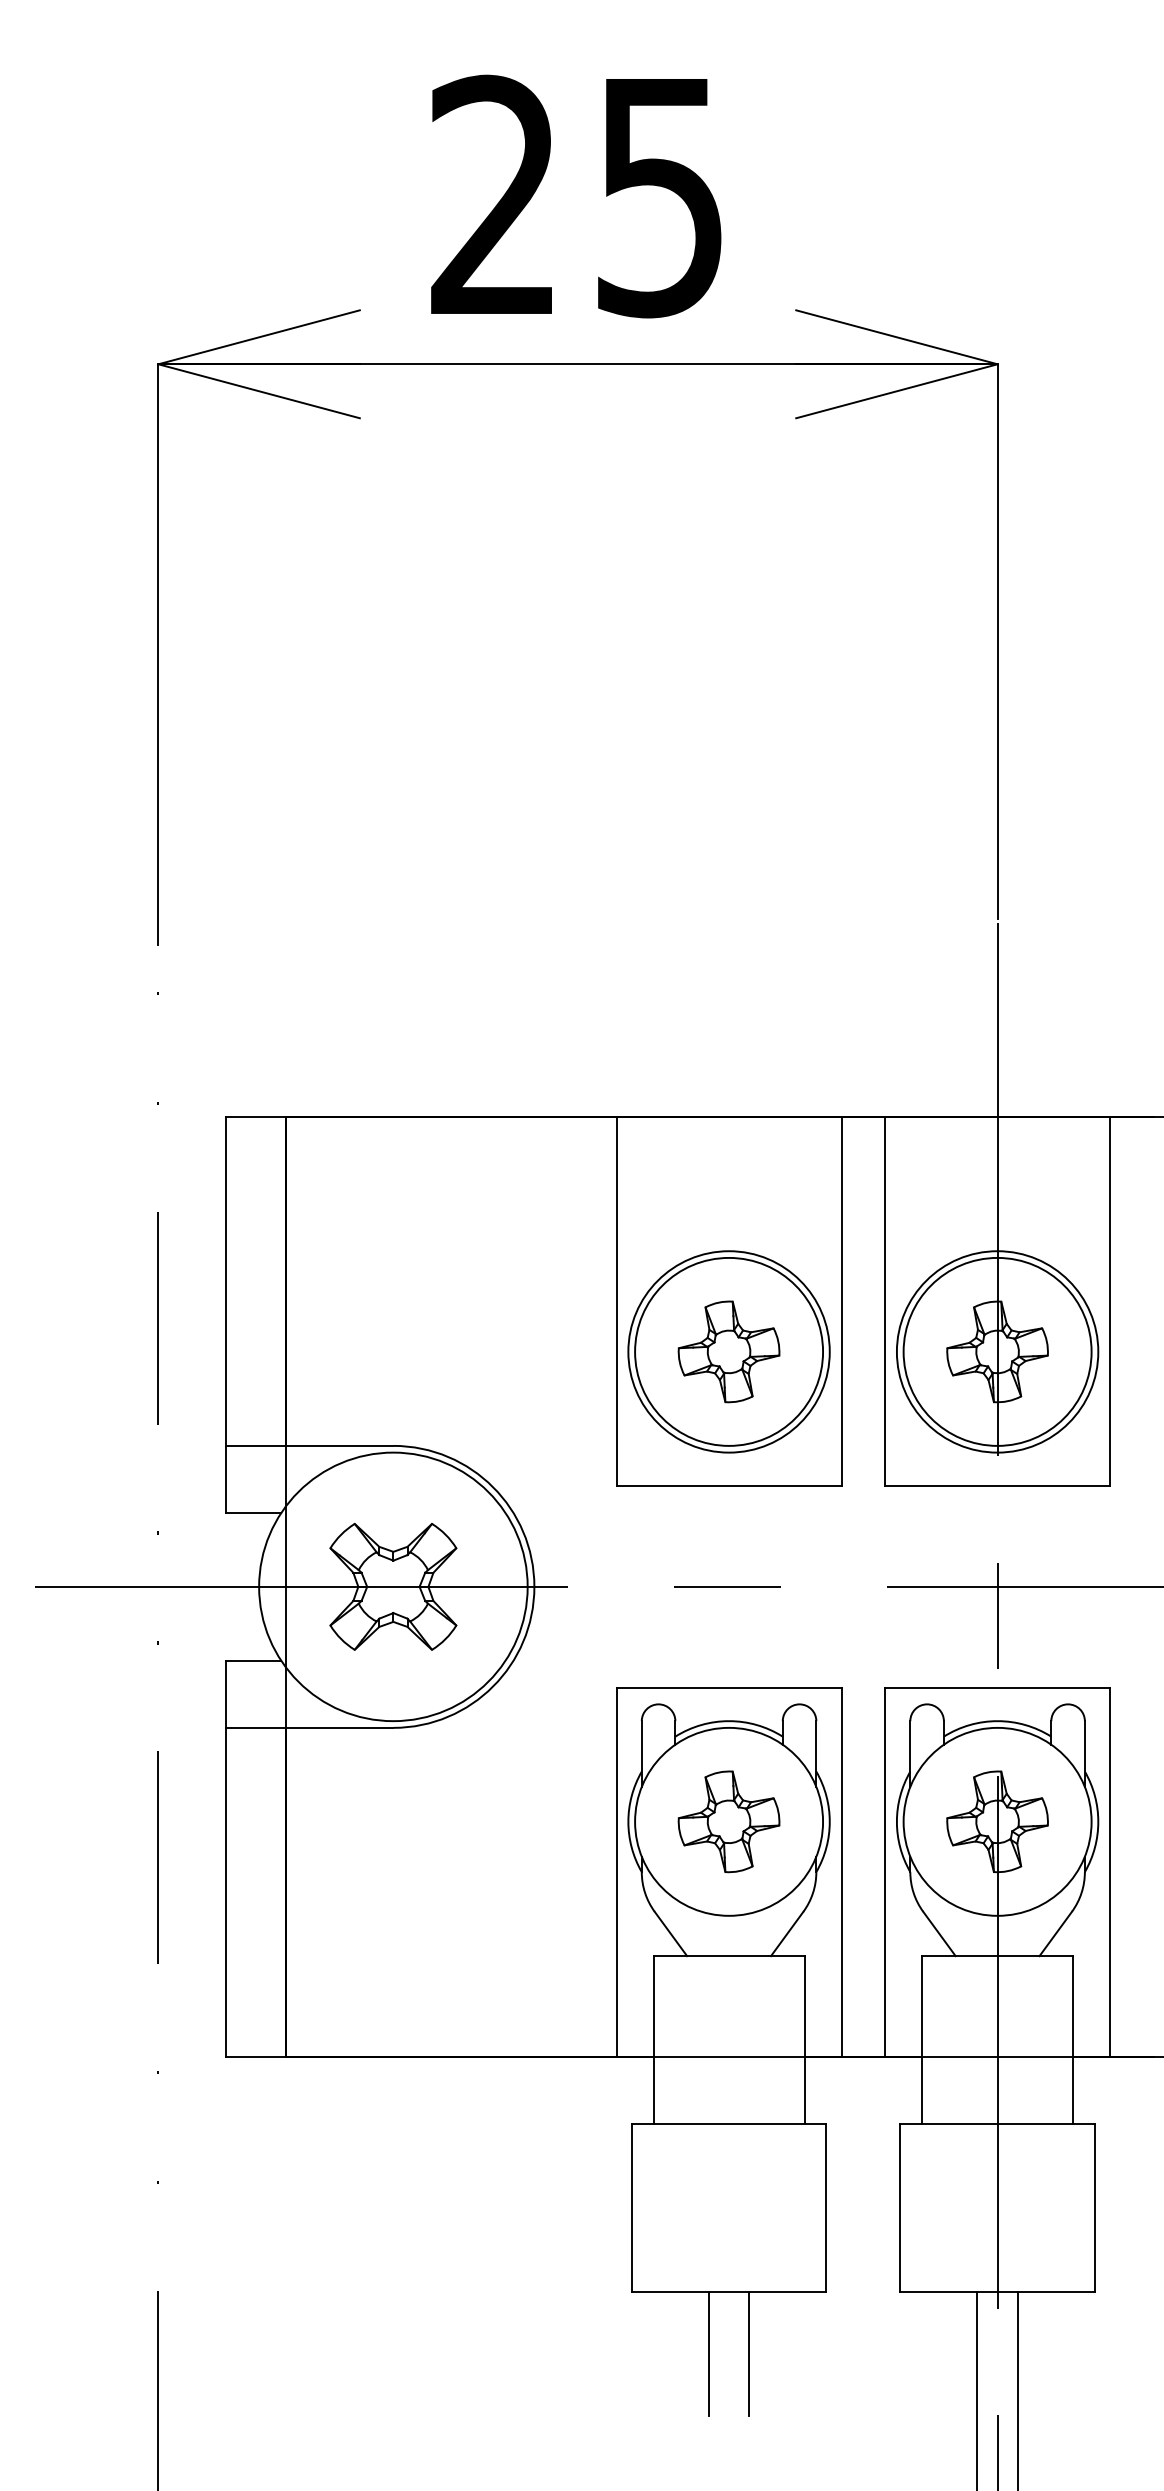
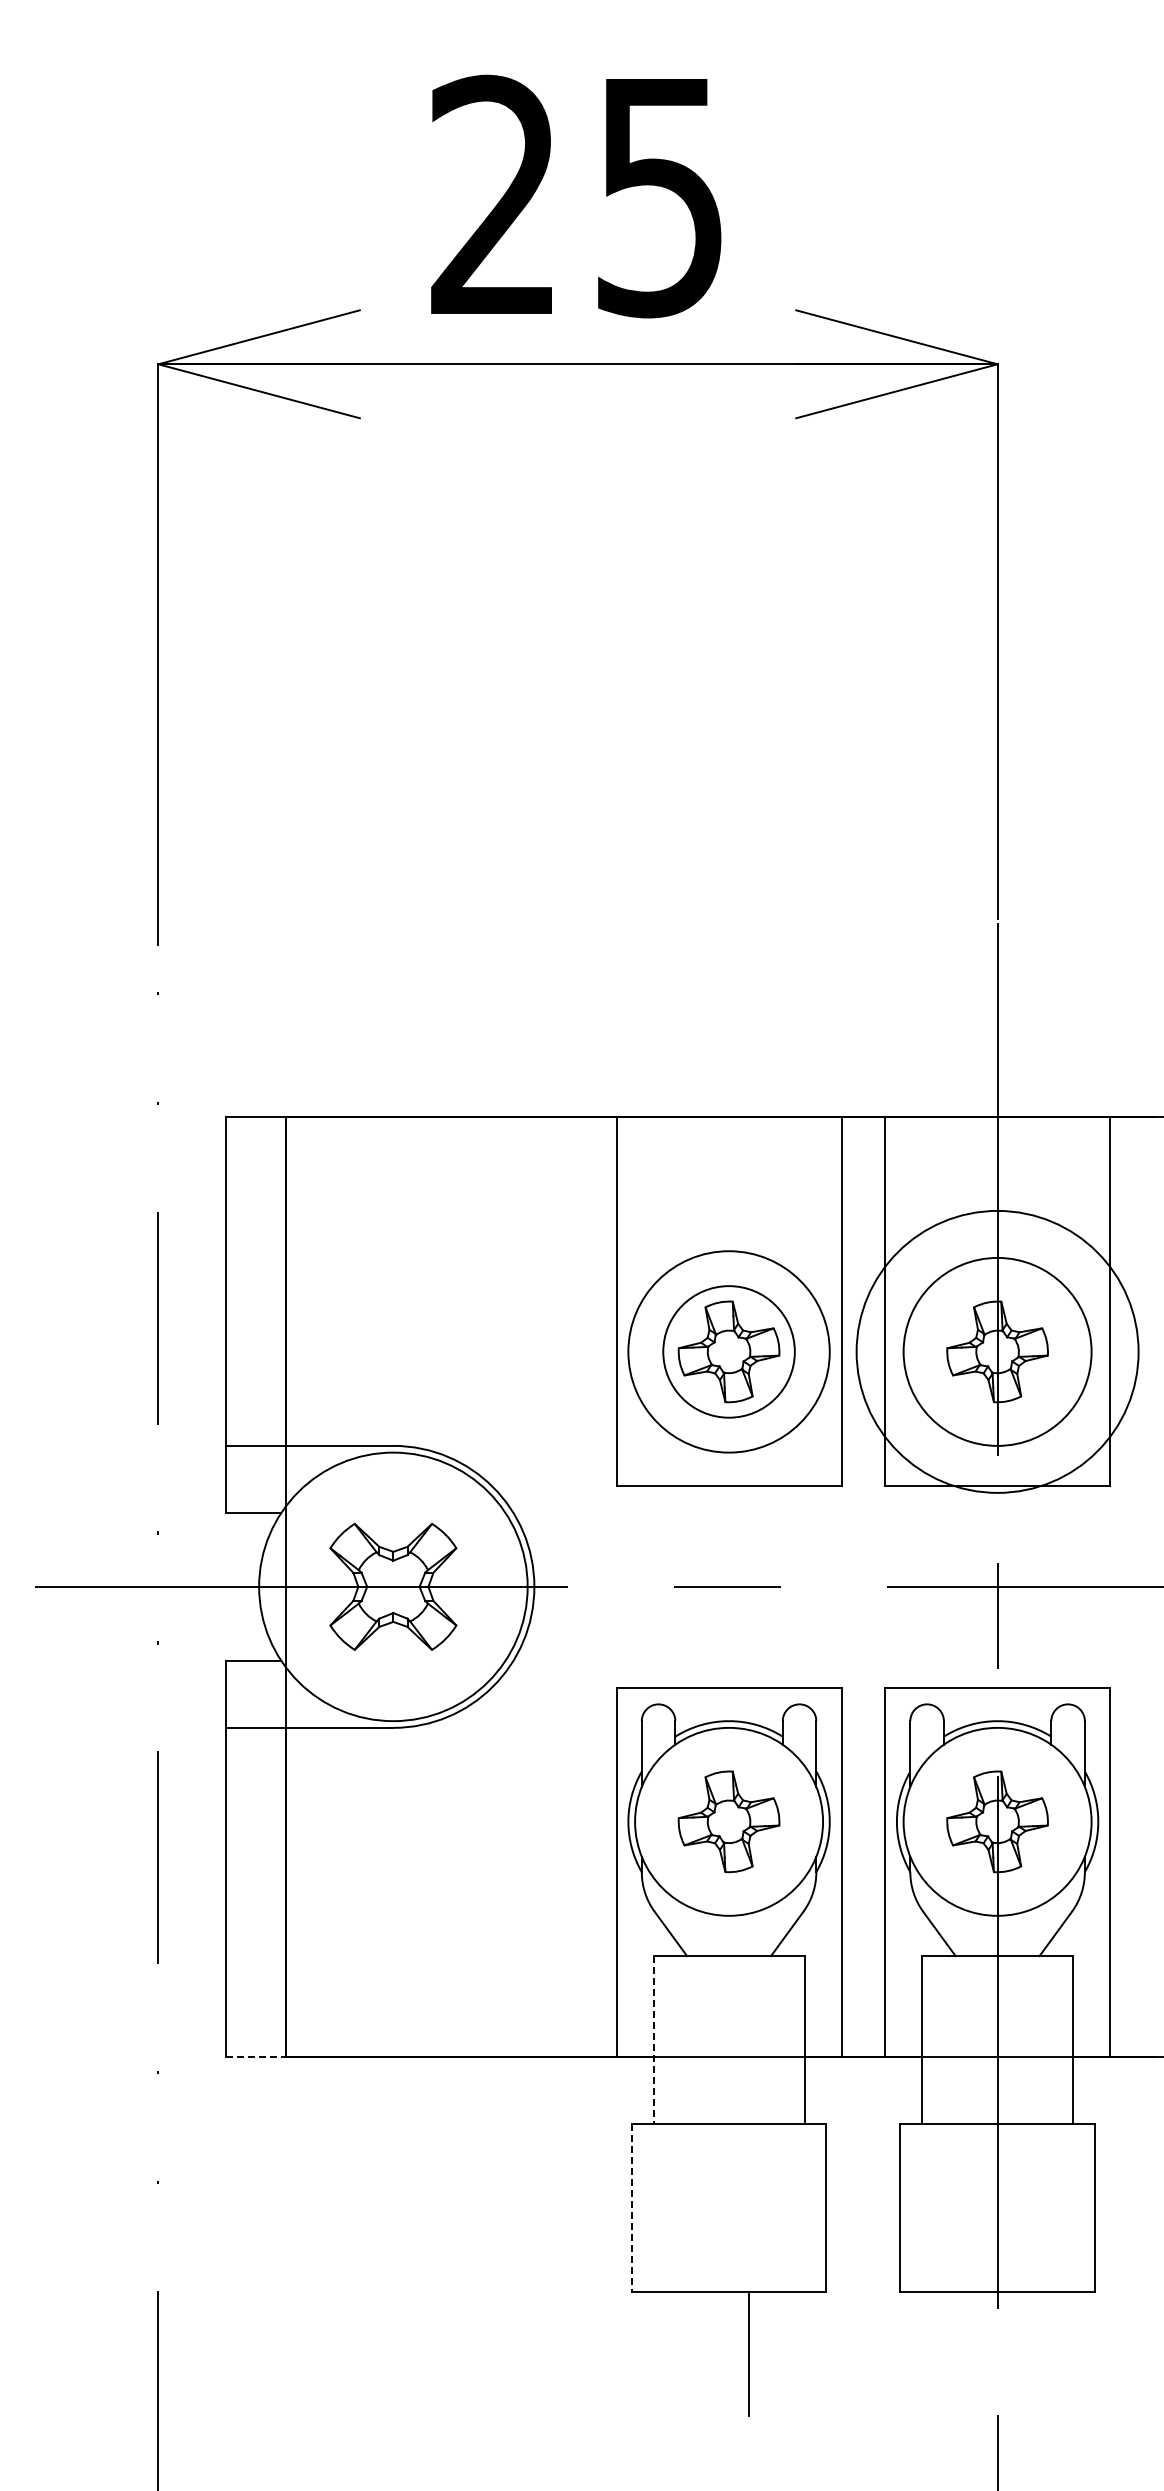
circle at (729, 1351) diameter: 188 px -> 132 px
circle at (997, 1351) diameter: 201 px -> 282 px
line at (653, 2040): solid -> dashed
line at (256, 2056): solid -> dashed
line at (631, 2207): solid -> dashed
line at (708, 2353): present -> none
line at (977, 2389): present -> none
line at (1017, 2389): present -> none
